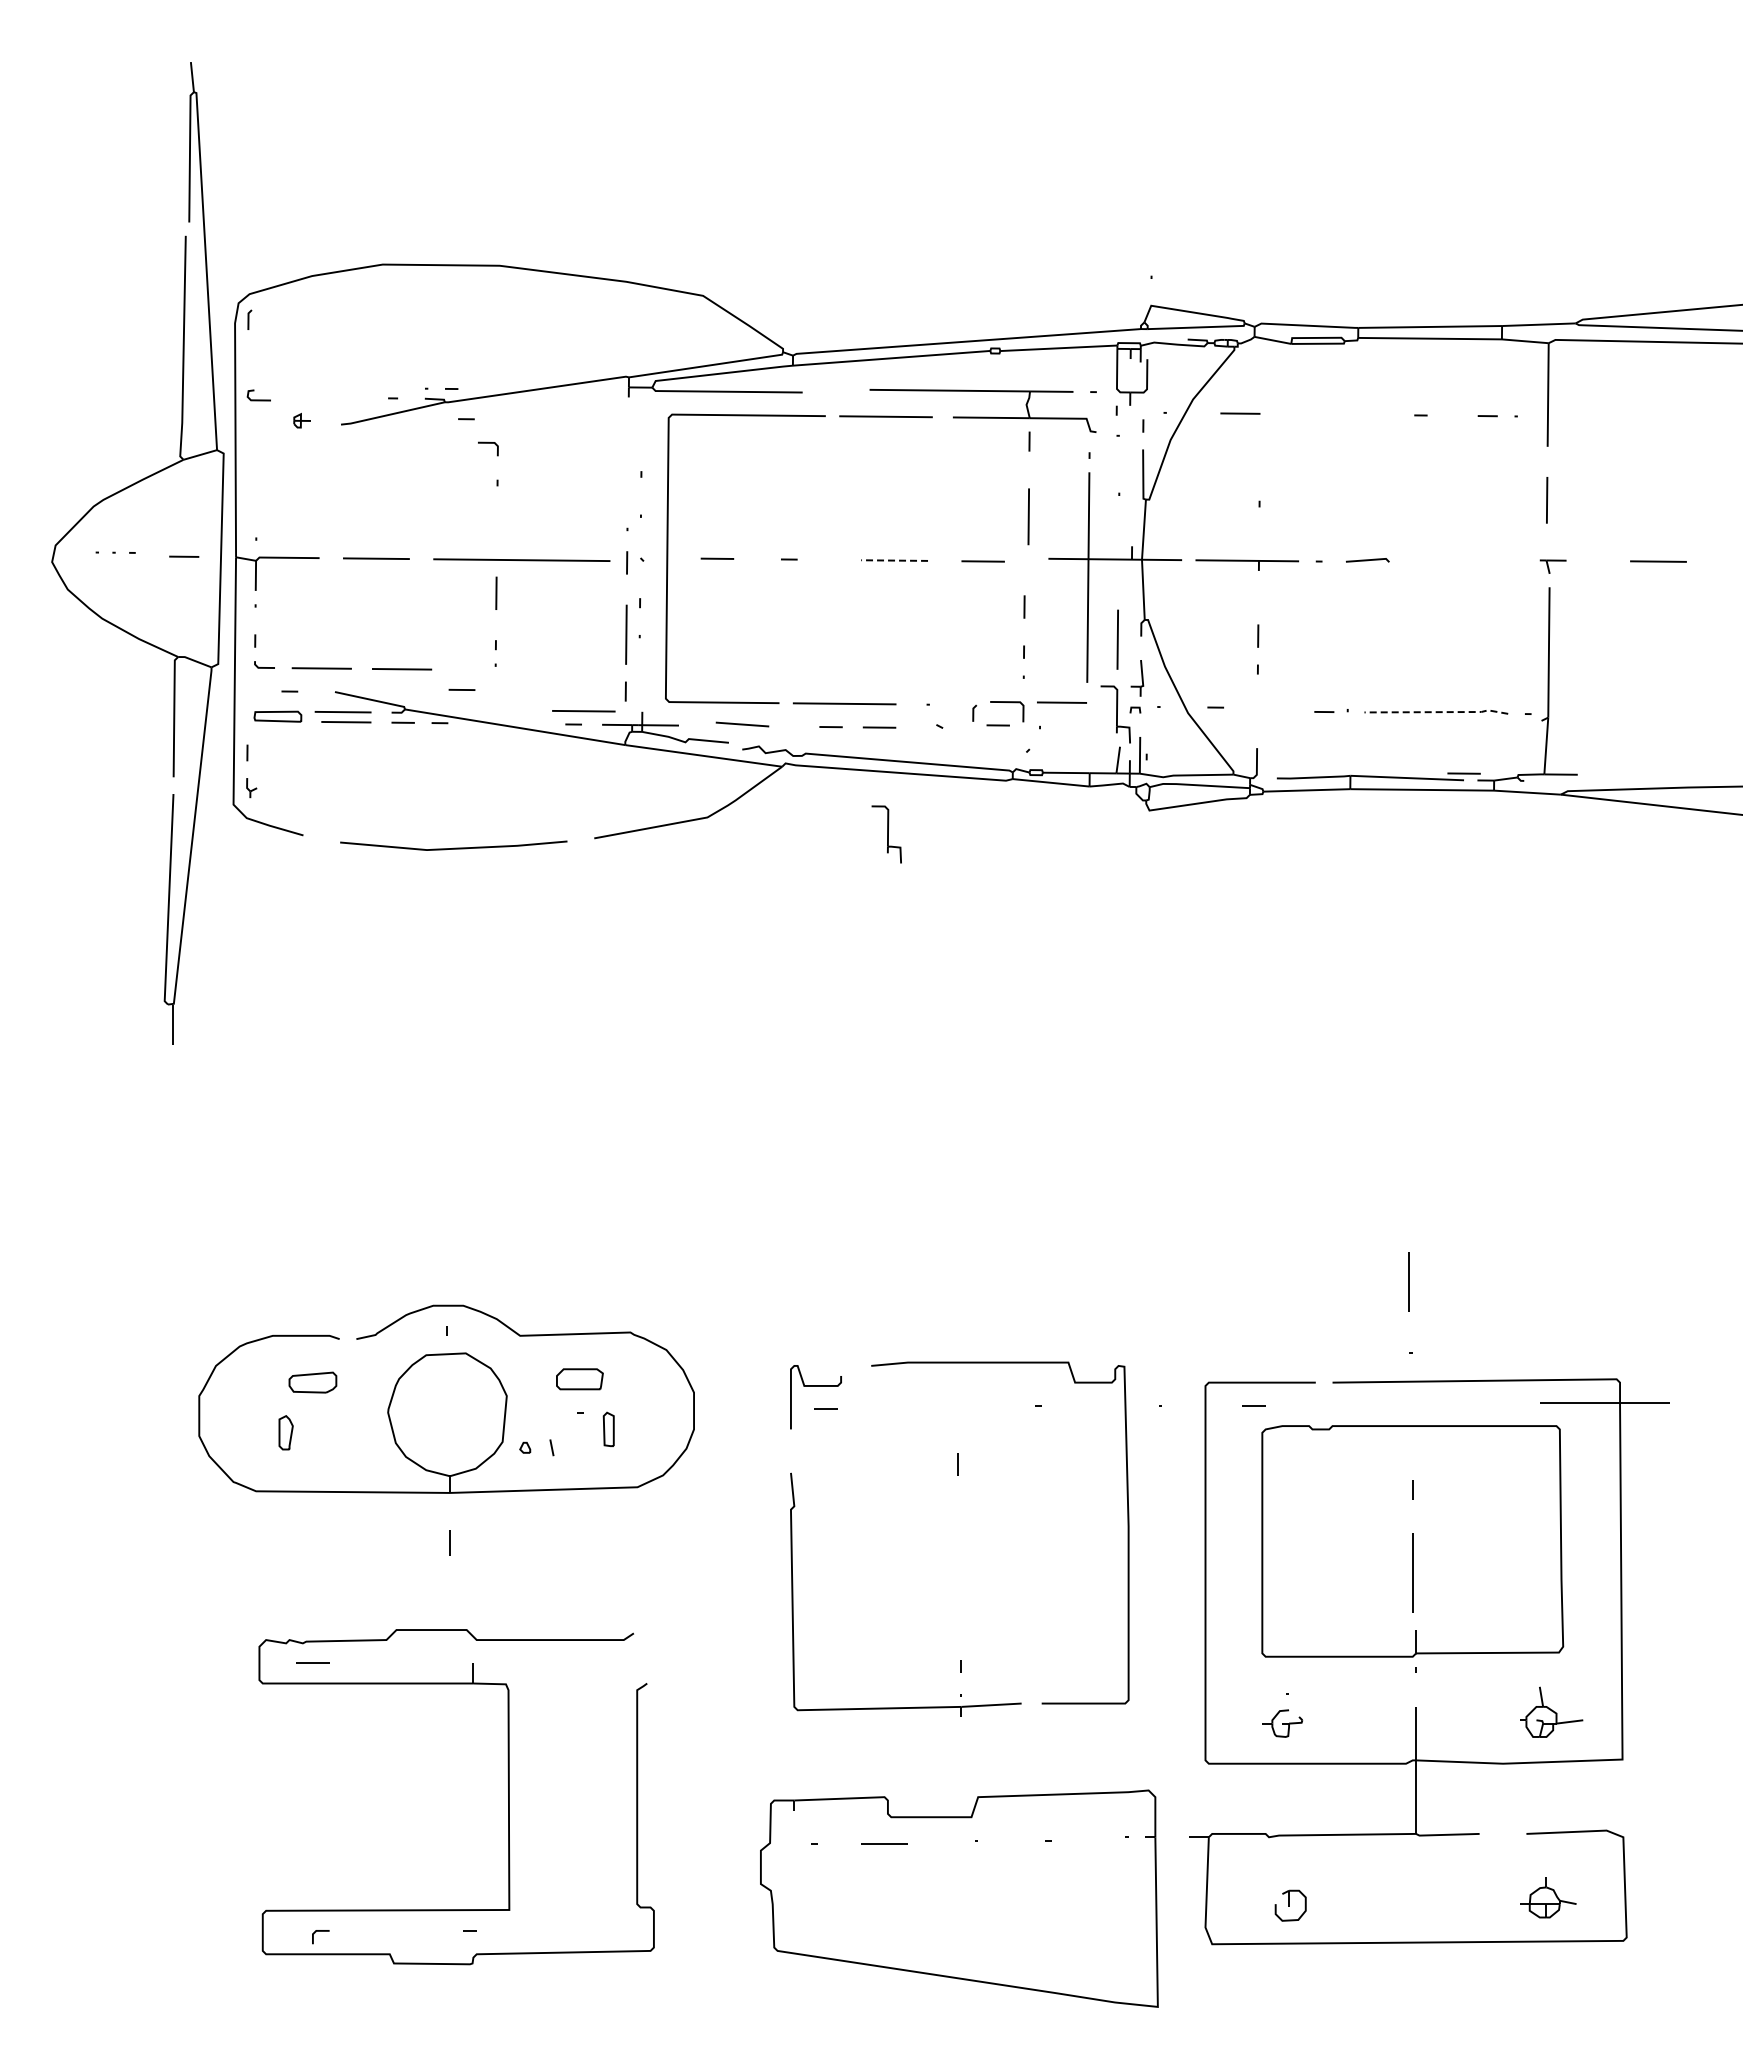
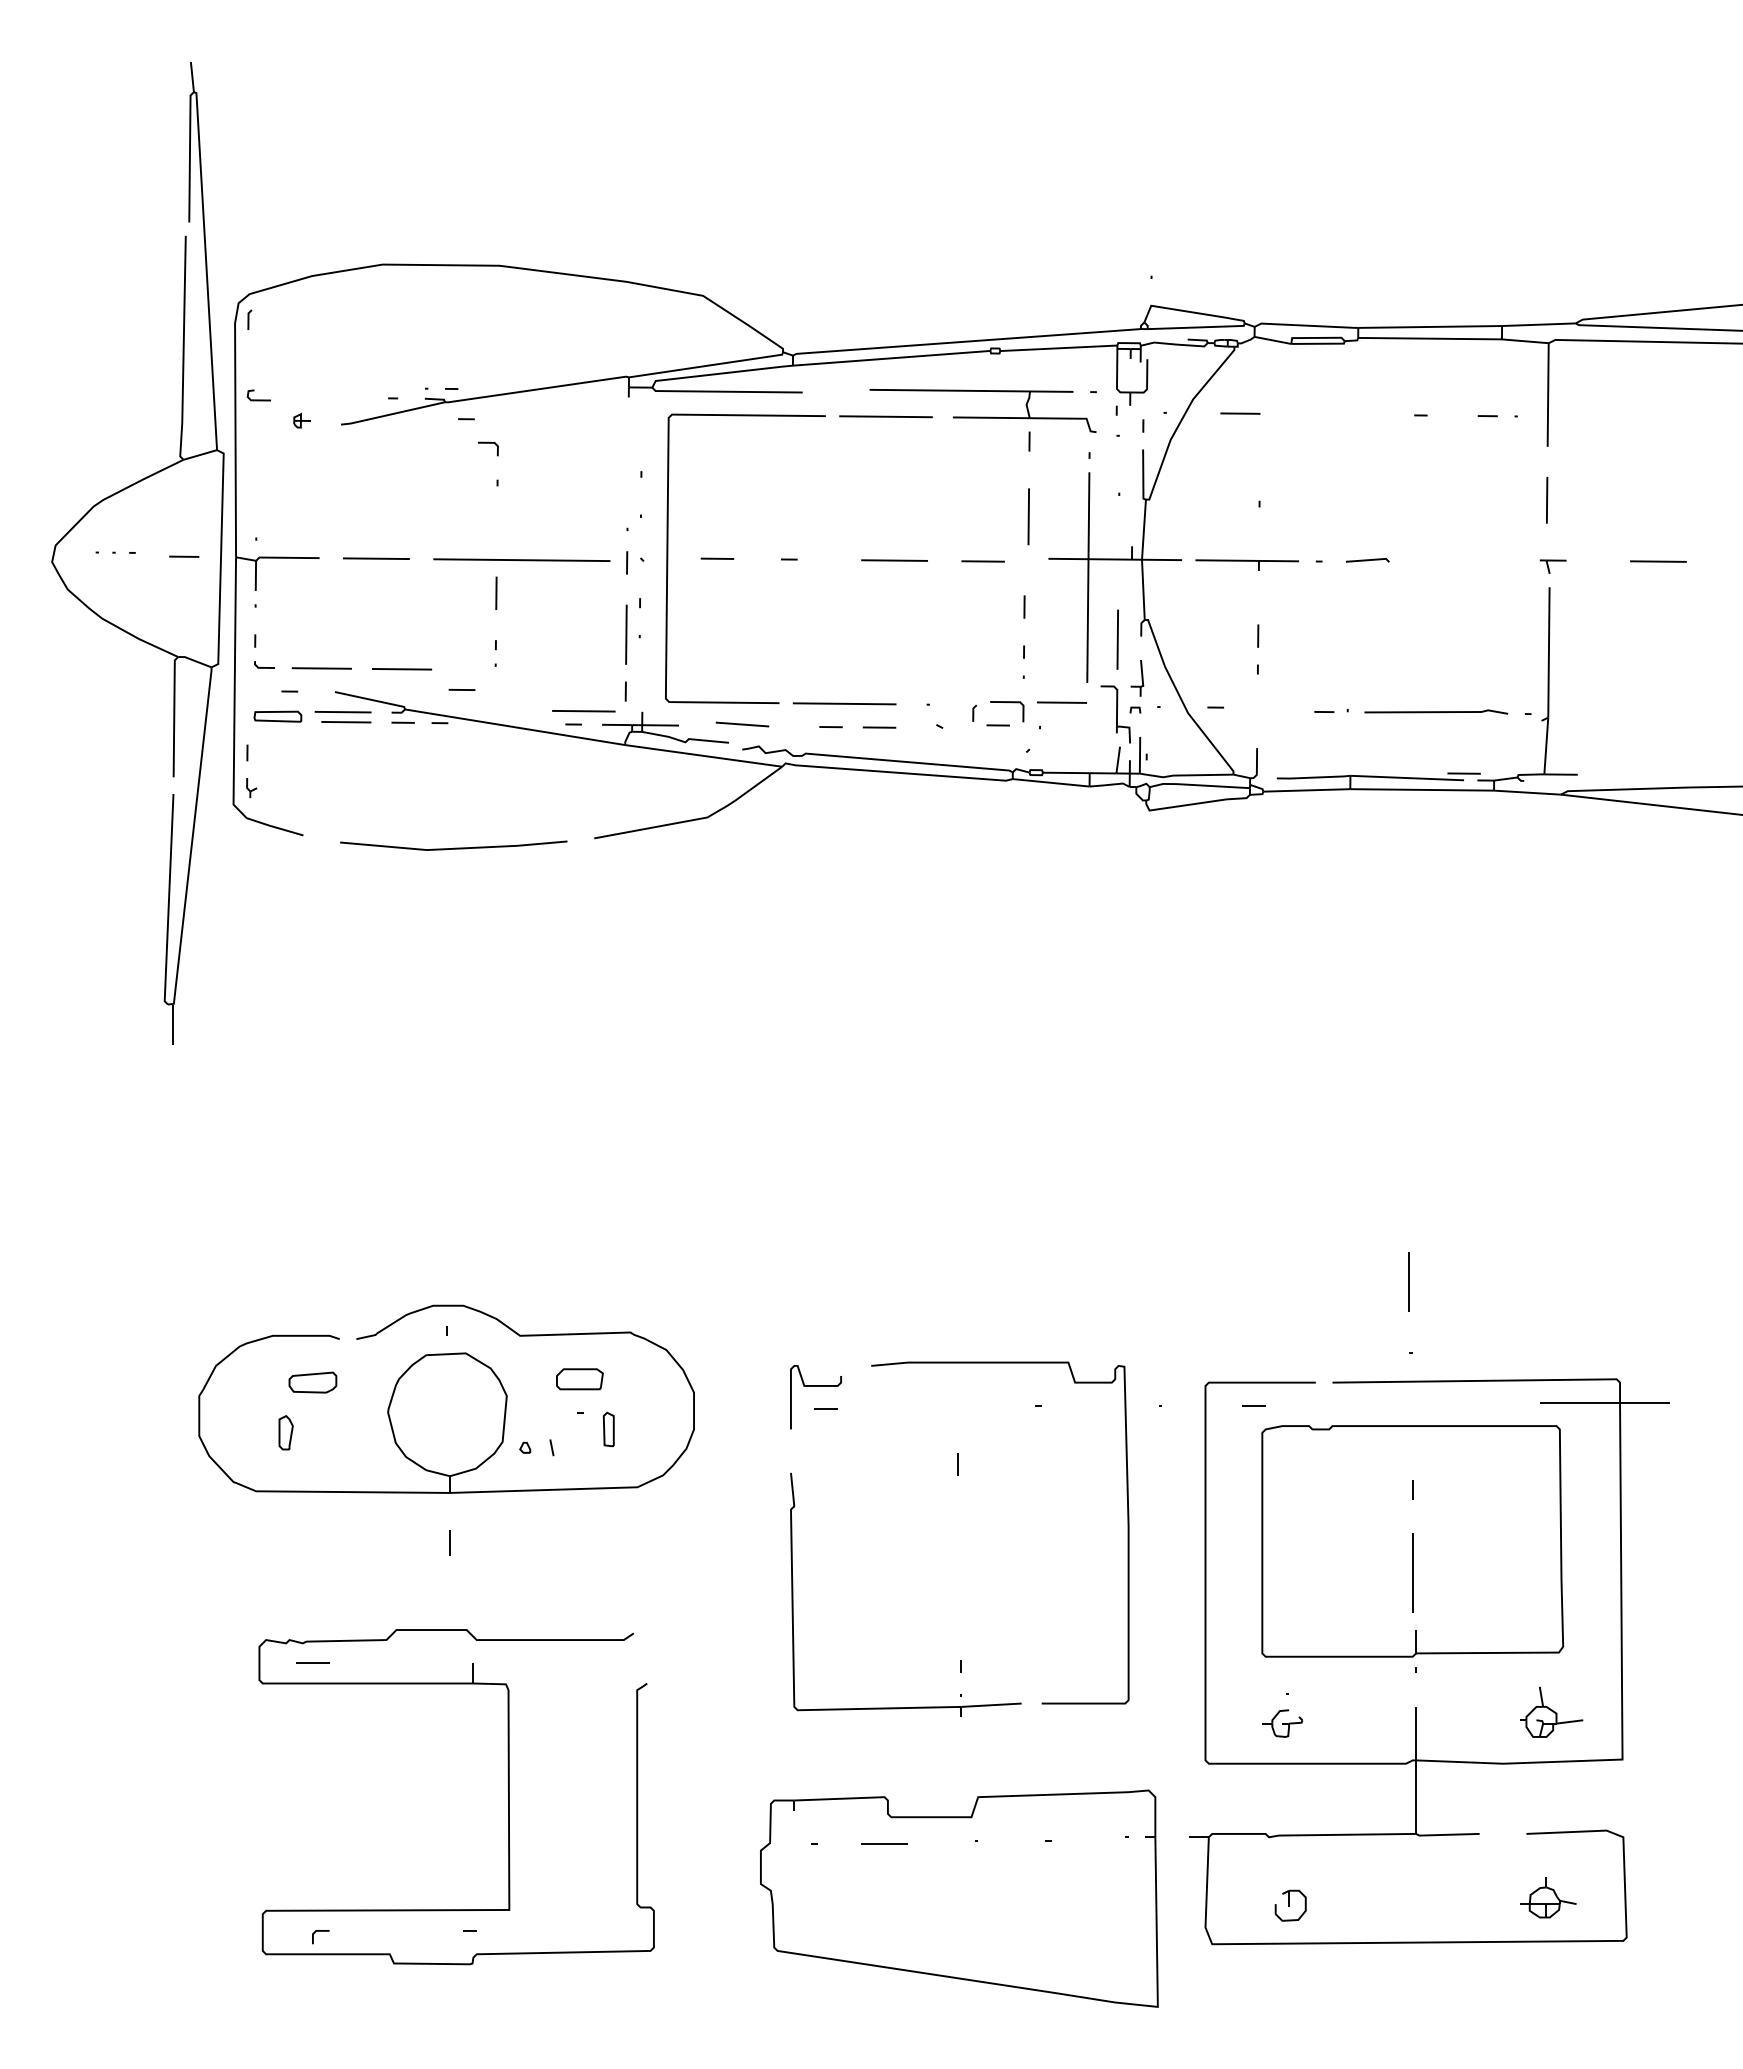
line at (894, 560): dashed -> solid
line at (1437, 712): dashed -> solid
part at (886, 834): present -> none
